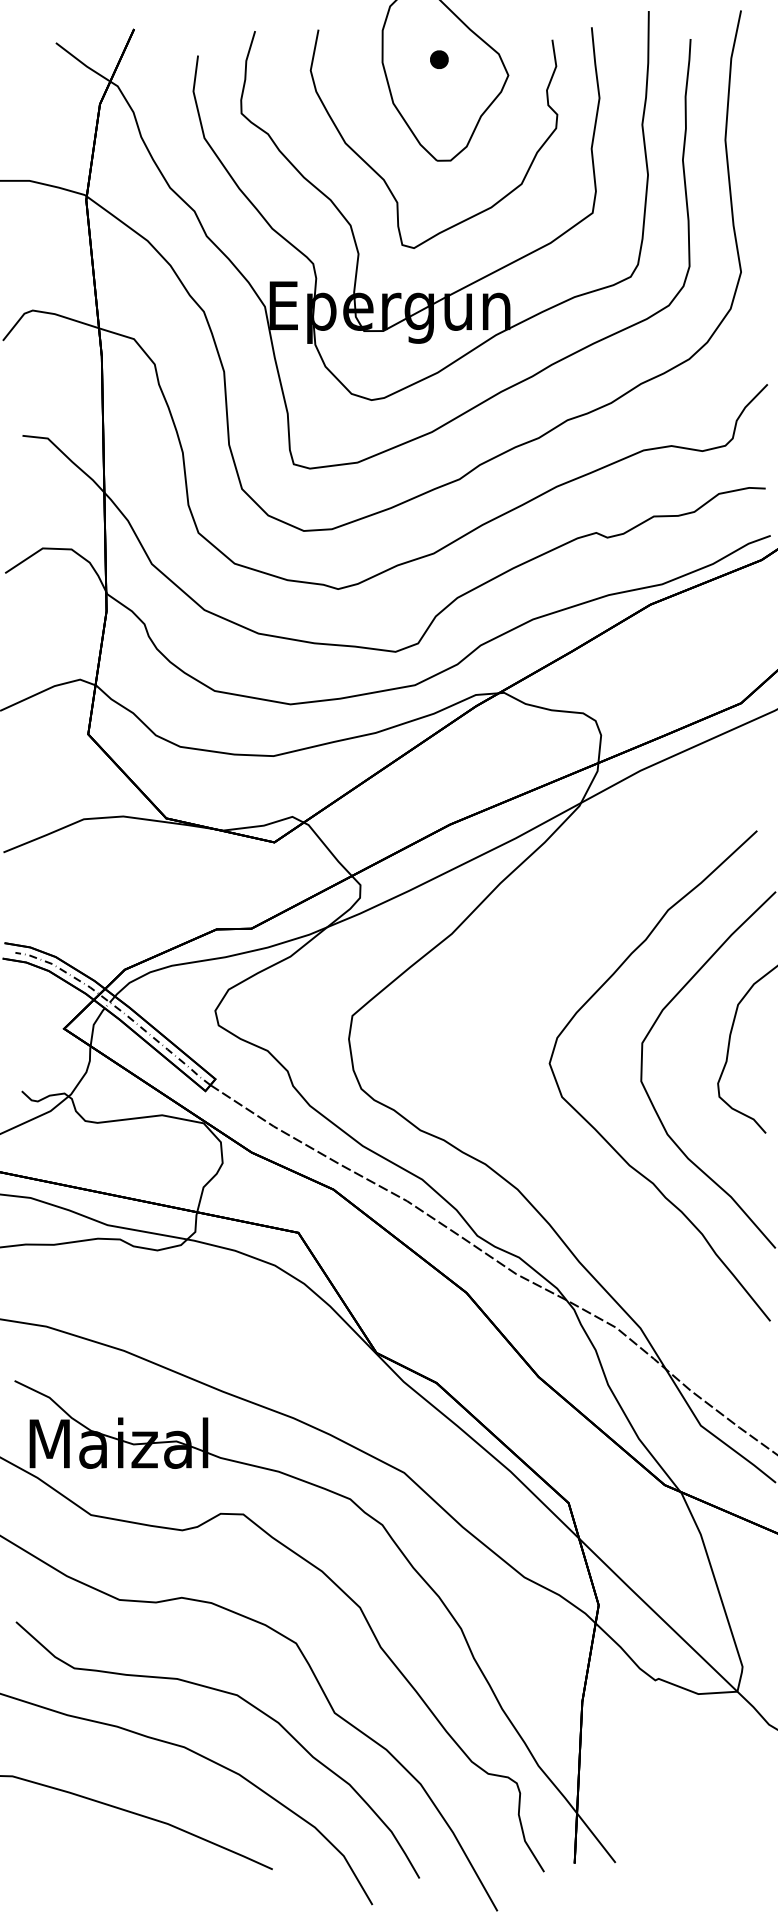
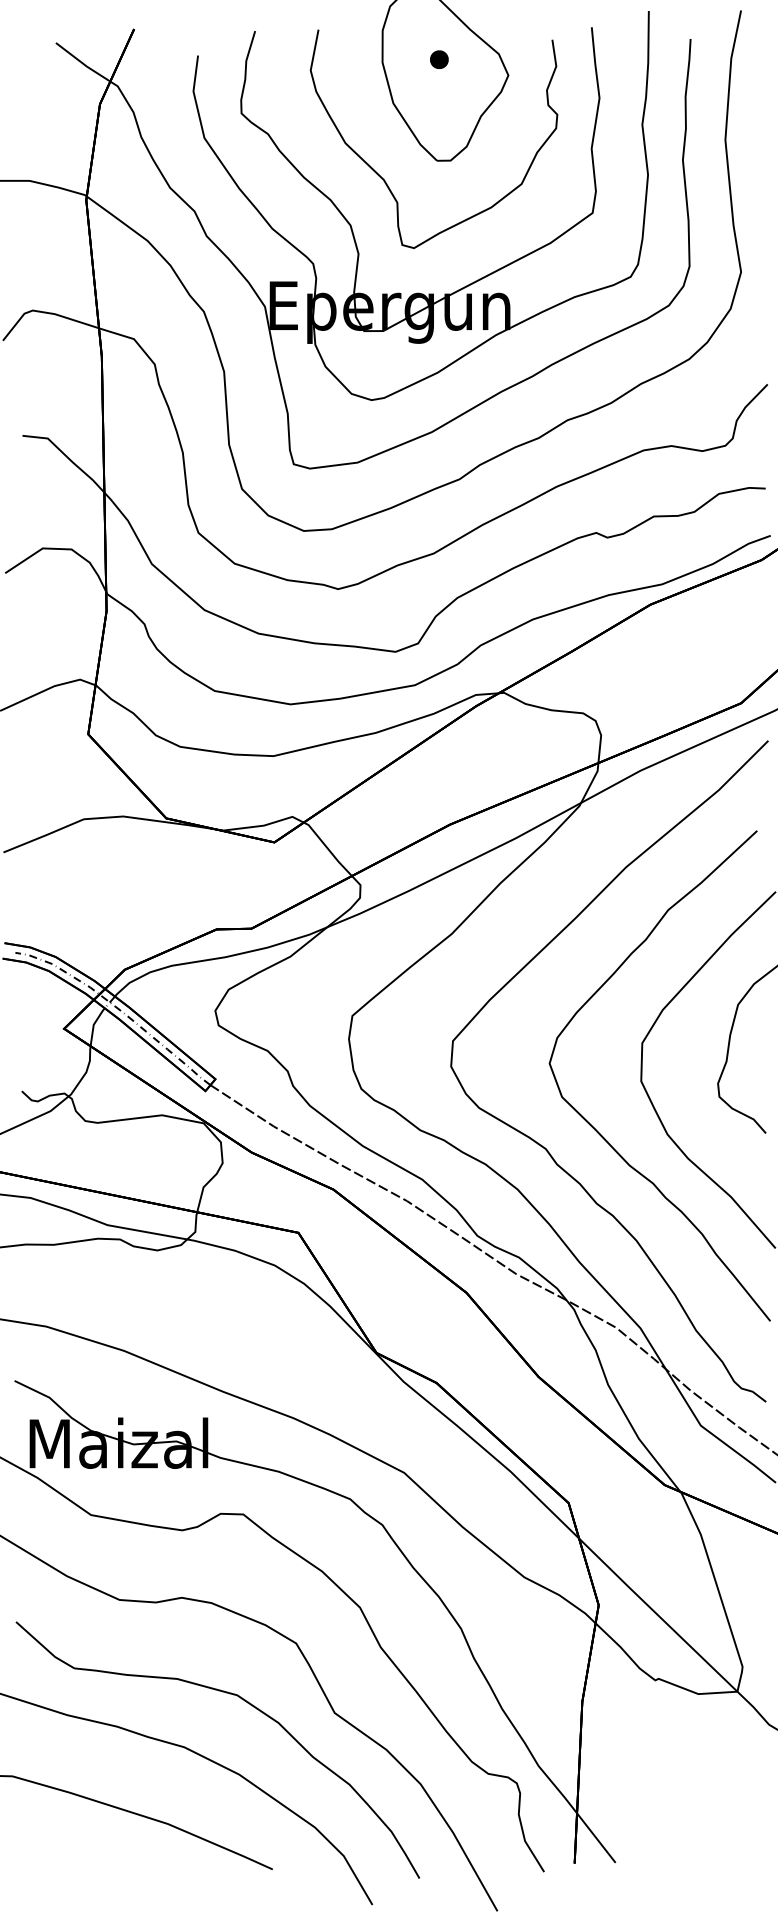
curve at (544, 1146): none -> present
